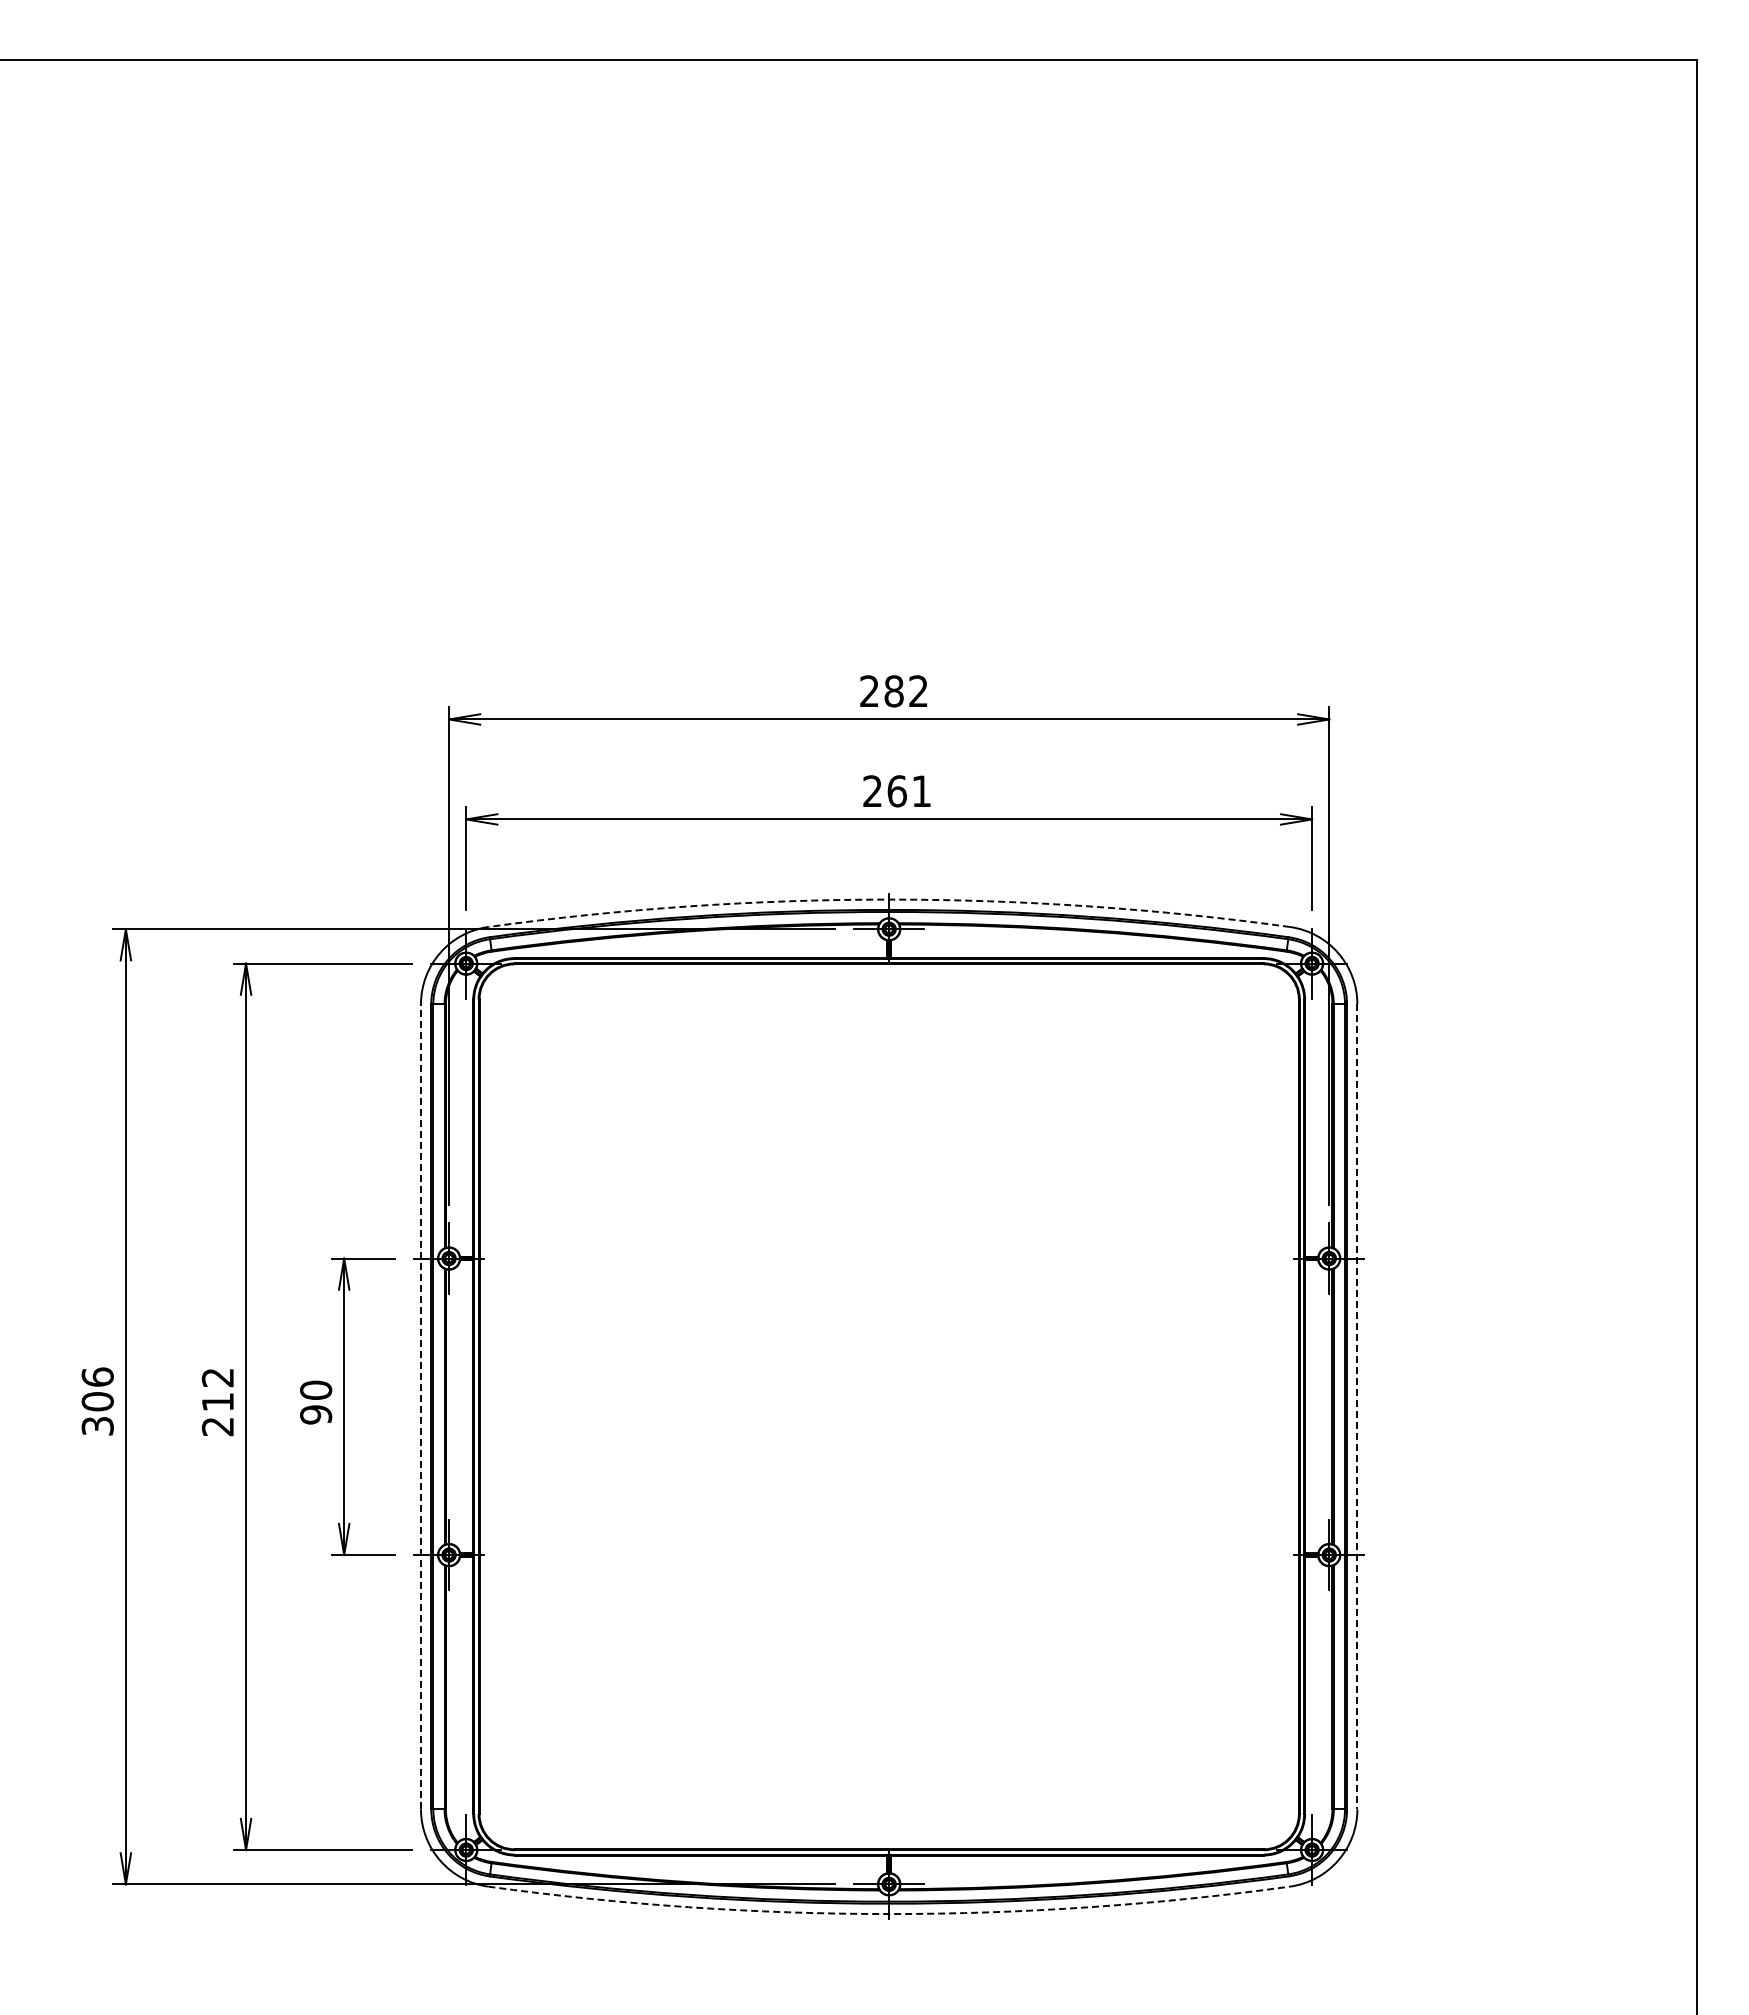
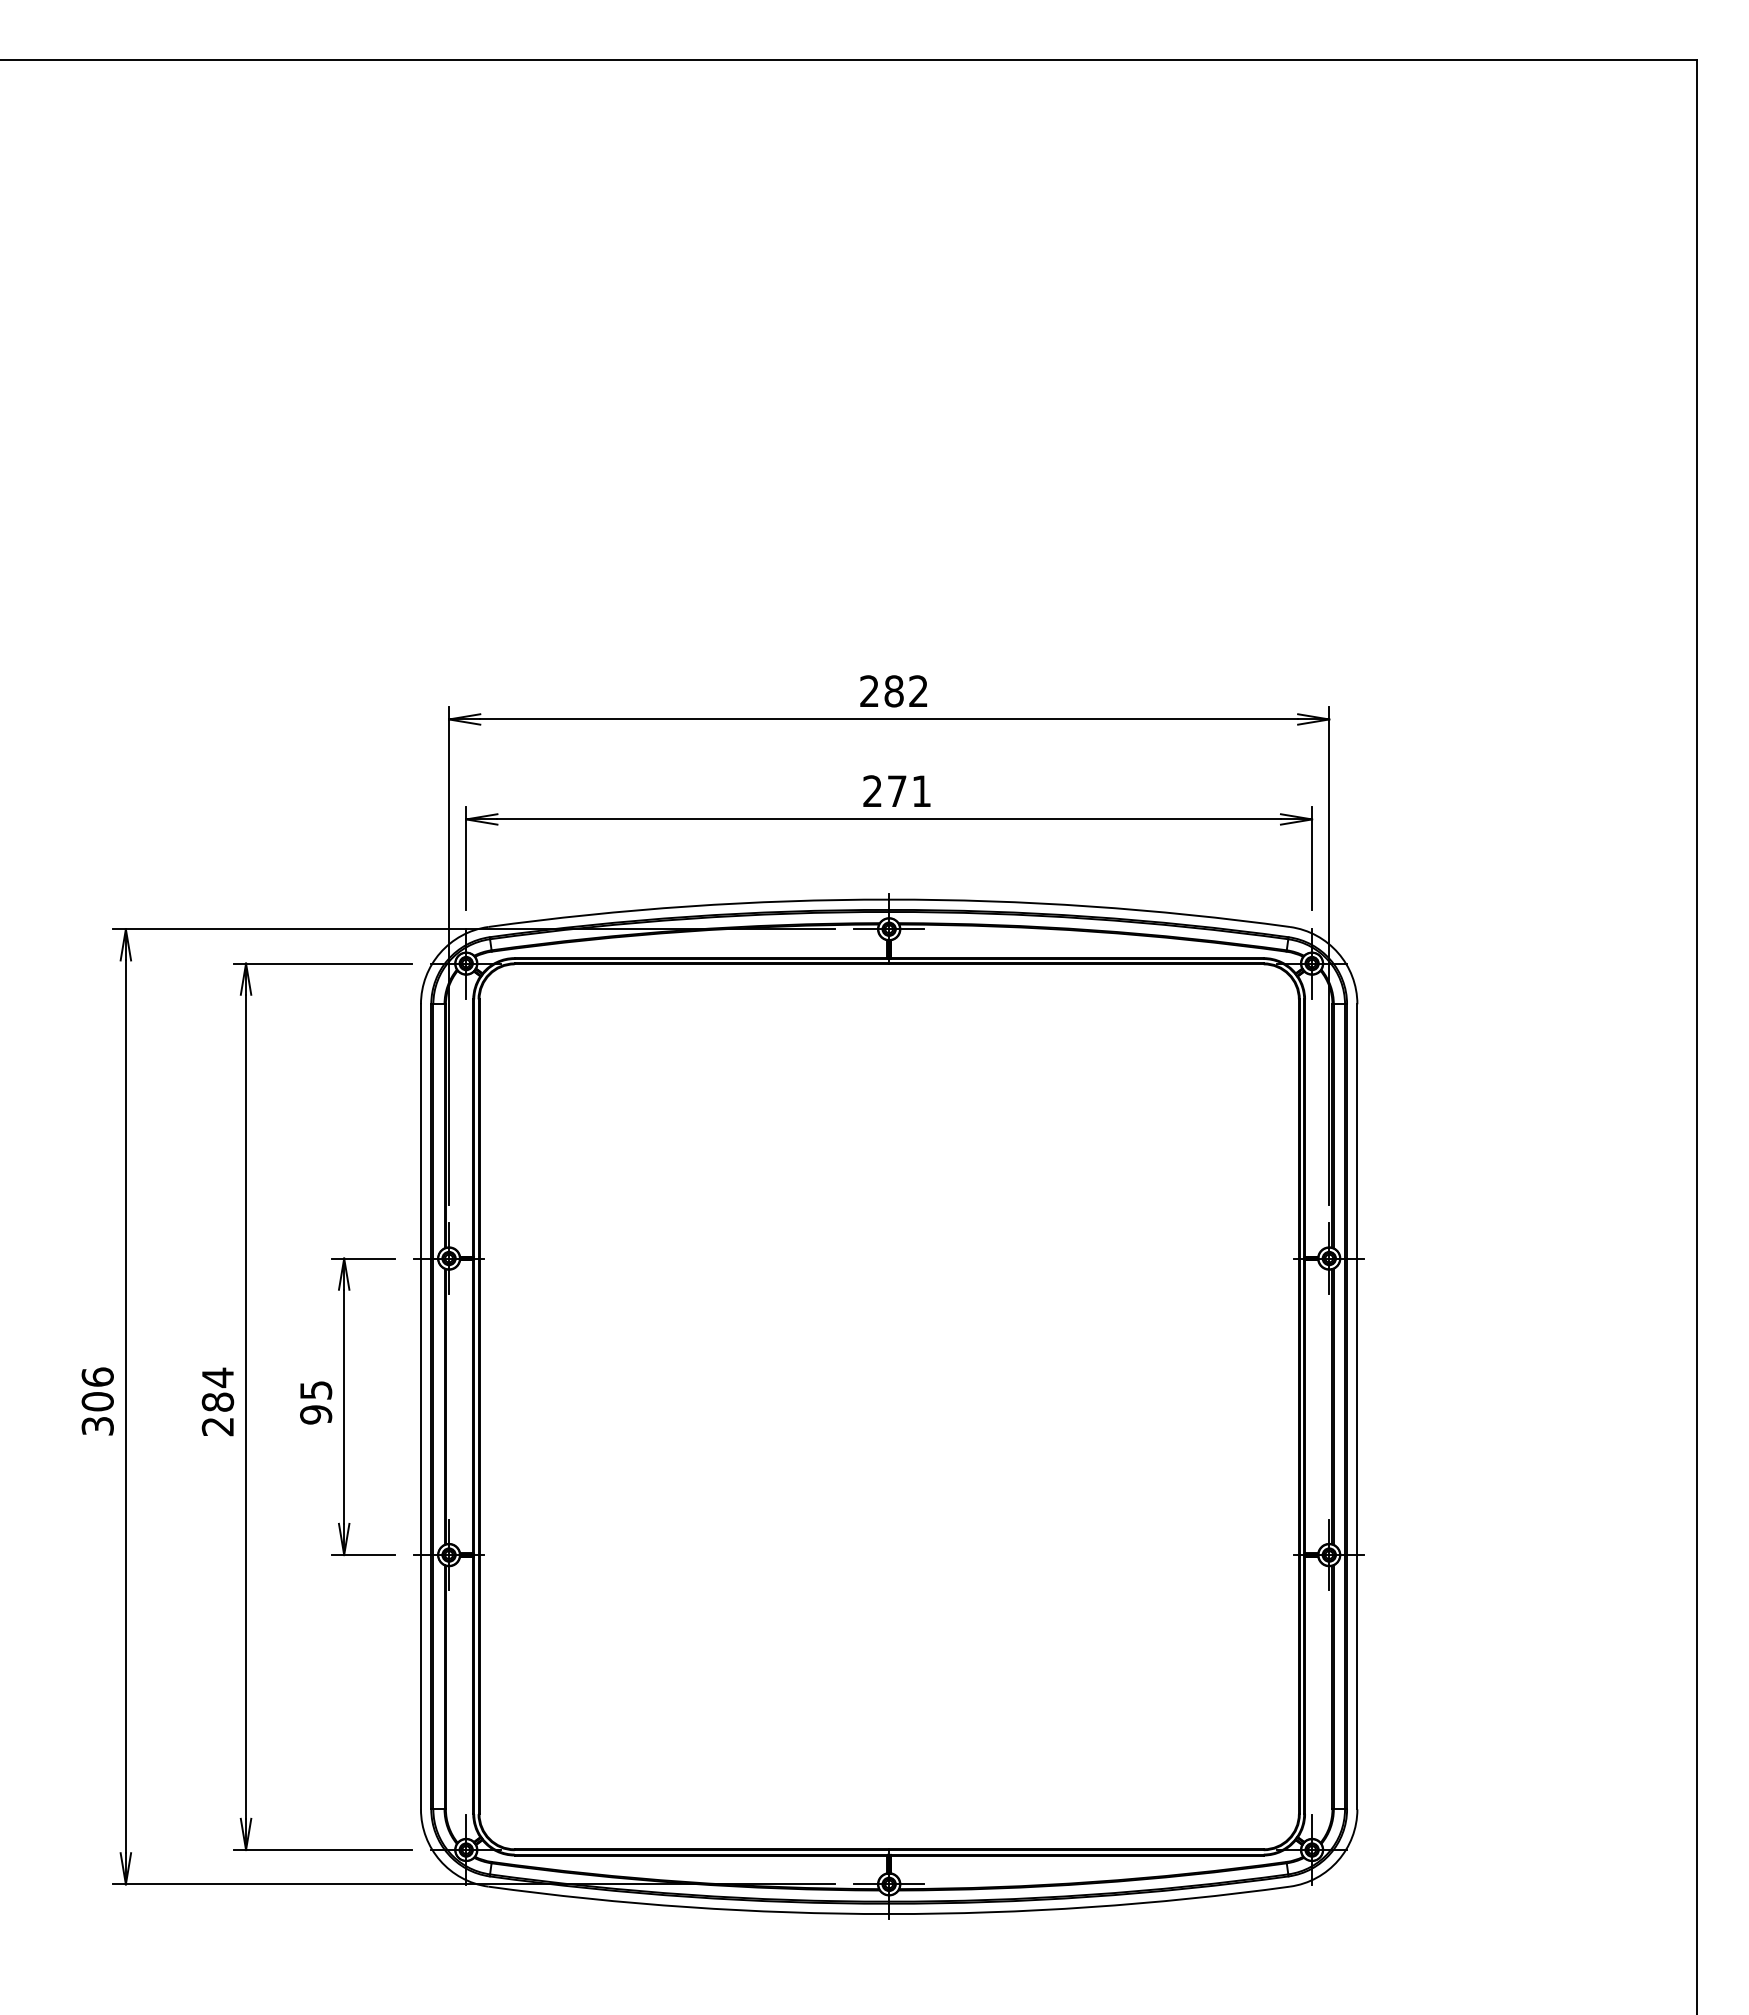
text at (897, 791): 261 -> 271
arc at (889, 899): dashed -> solid
text at (217, 1389): 212 -> 284
text at (316, 1389): 90 -> 95
line at (420, 1406): dashed -> solid
line at (1357, 1406): dashed -> solid
arc at (889, 1914): dashed -> solid
